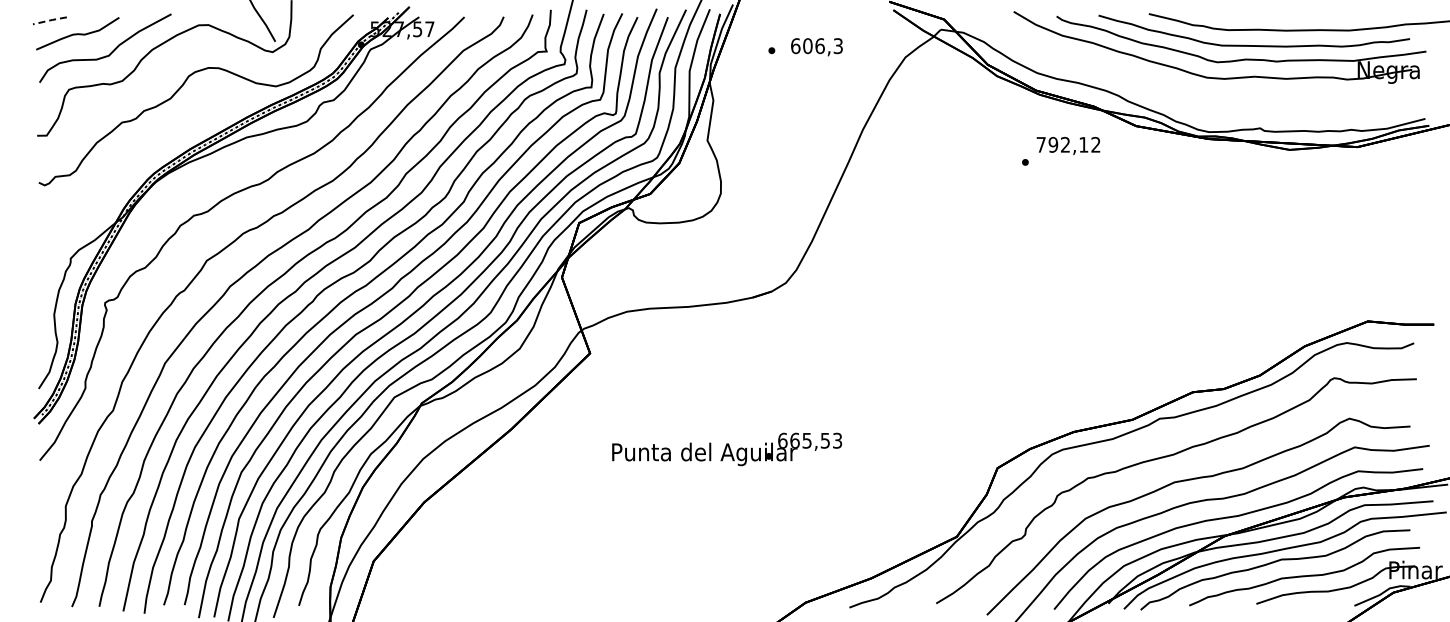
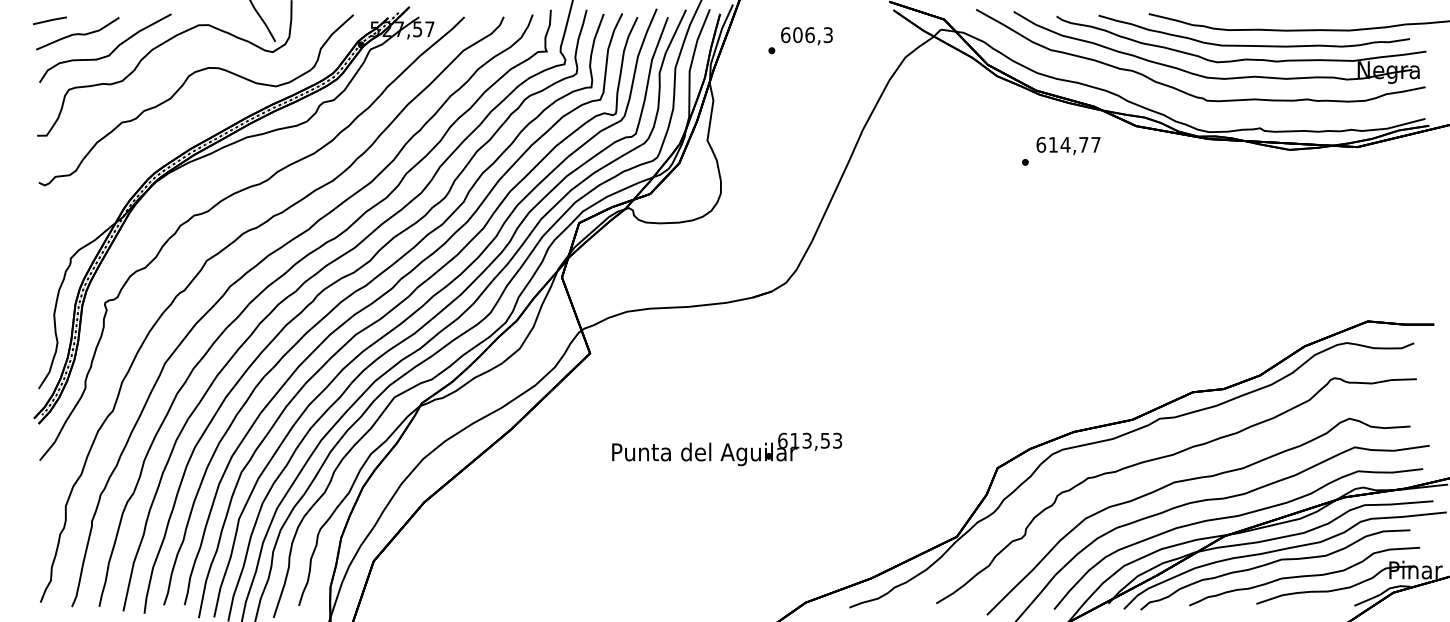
line at (50, 20): dashed -> solid
text at (816, 47) position: (816, 47) -> (806, 36)
curve at (1187, 92): none -> present
text at (1068, 144): 792,12 -> 614,77
text at (800, 440): 665,53 -> 613,53
